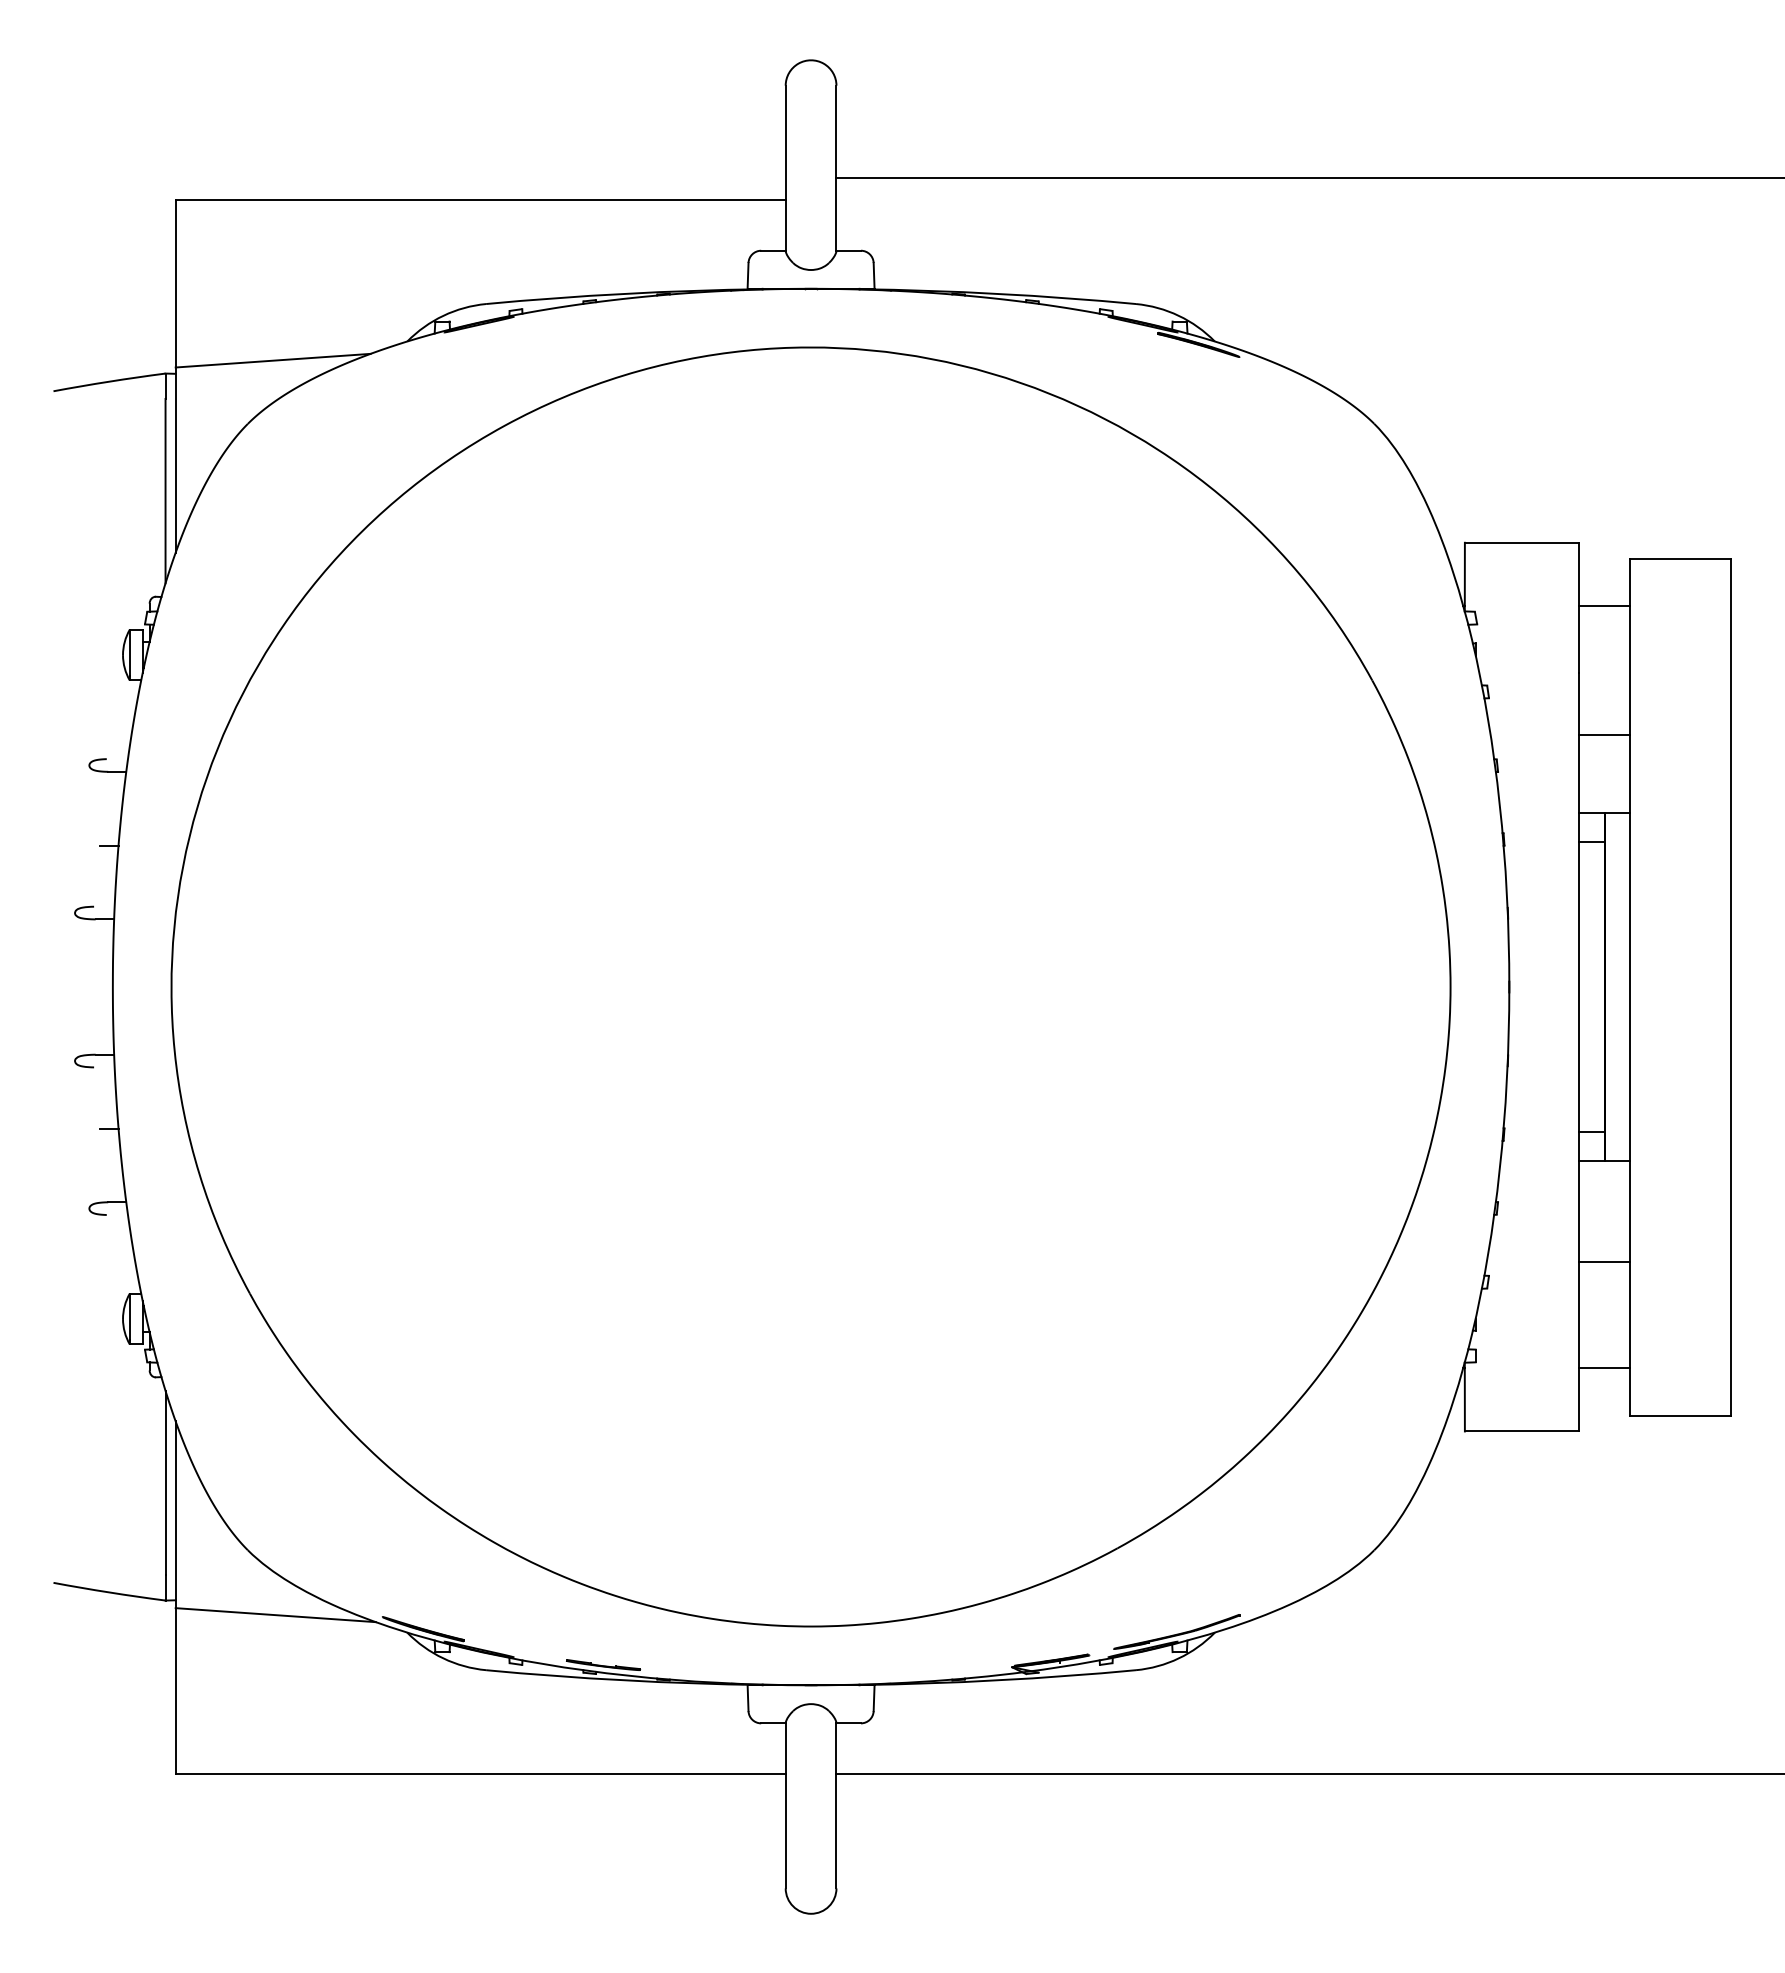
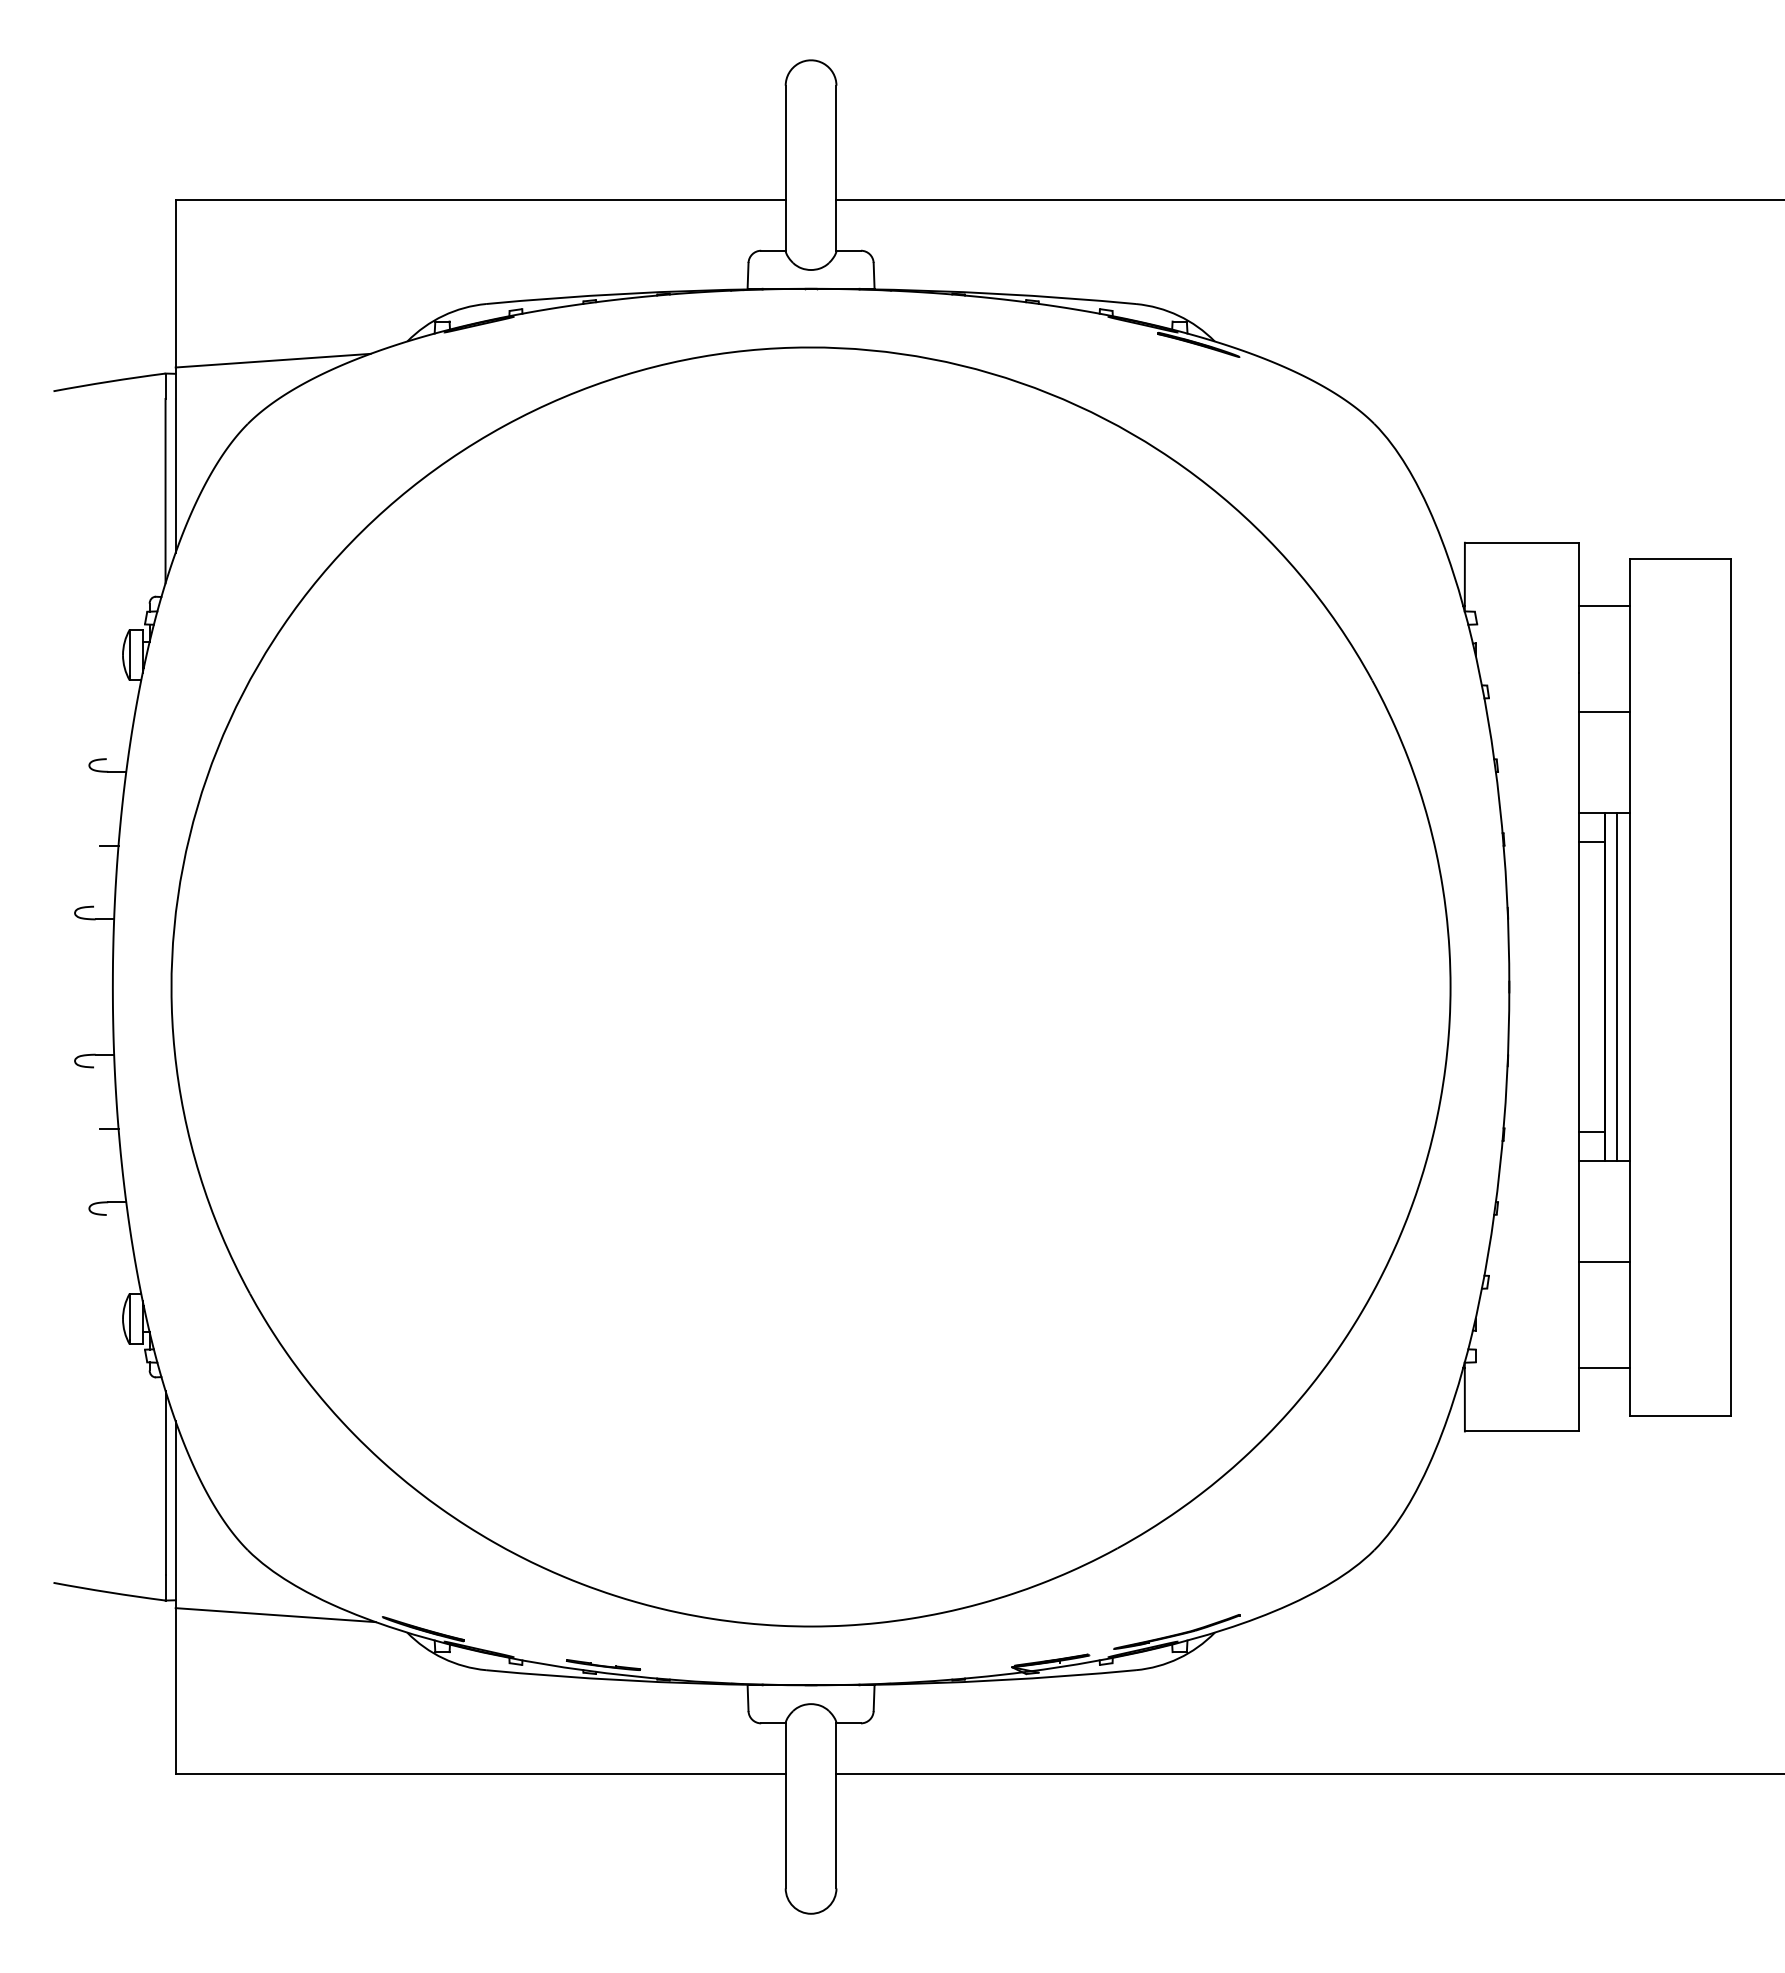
line at (1308, 178) position: (1308, 178) -> (1308, 200)
line at (1604, 734) position: (1604, 734) -> (1604, 711)
line at (1617, 986): none -> present
